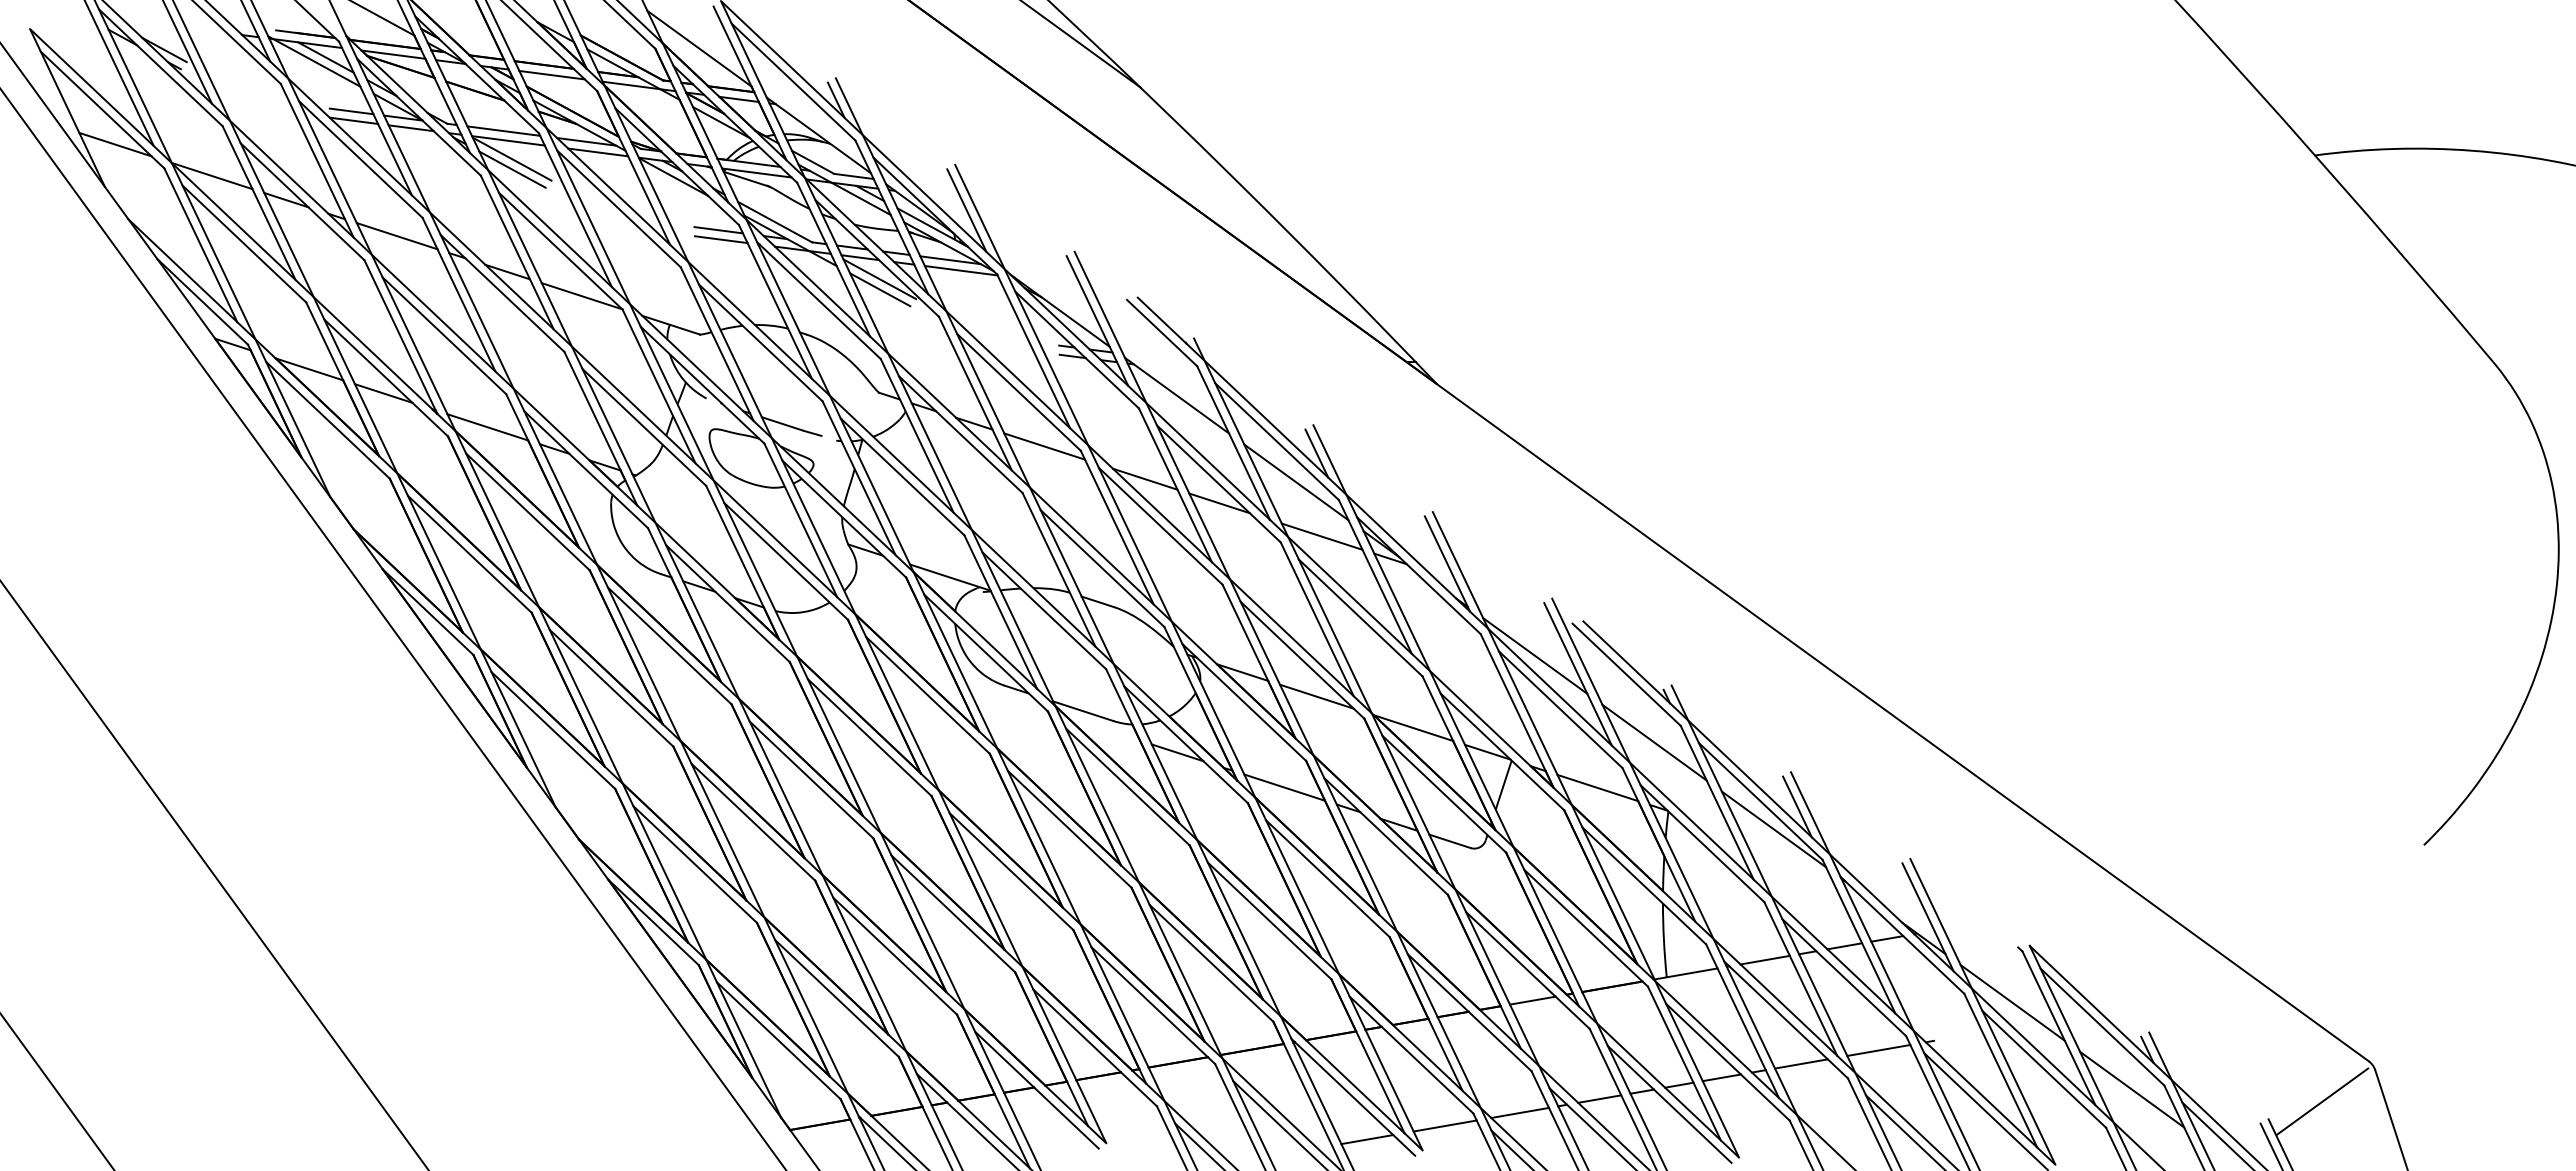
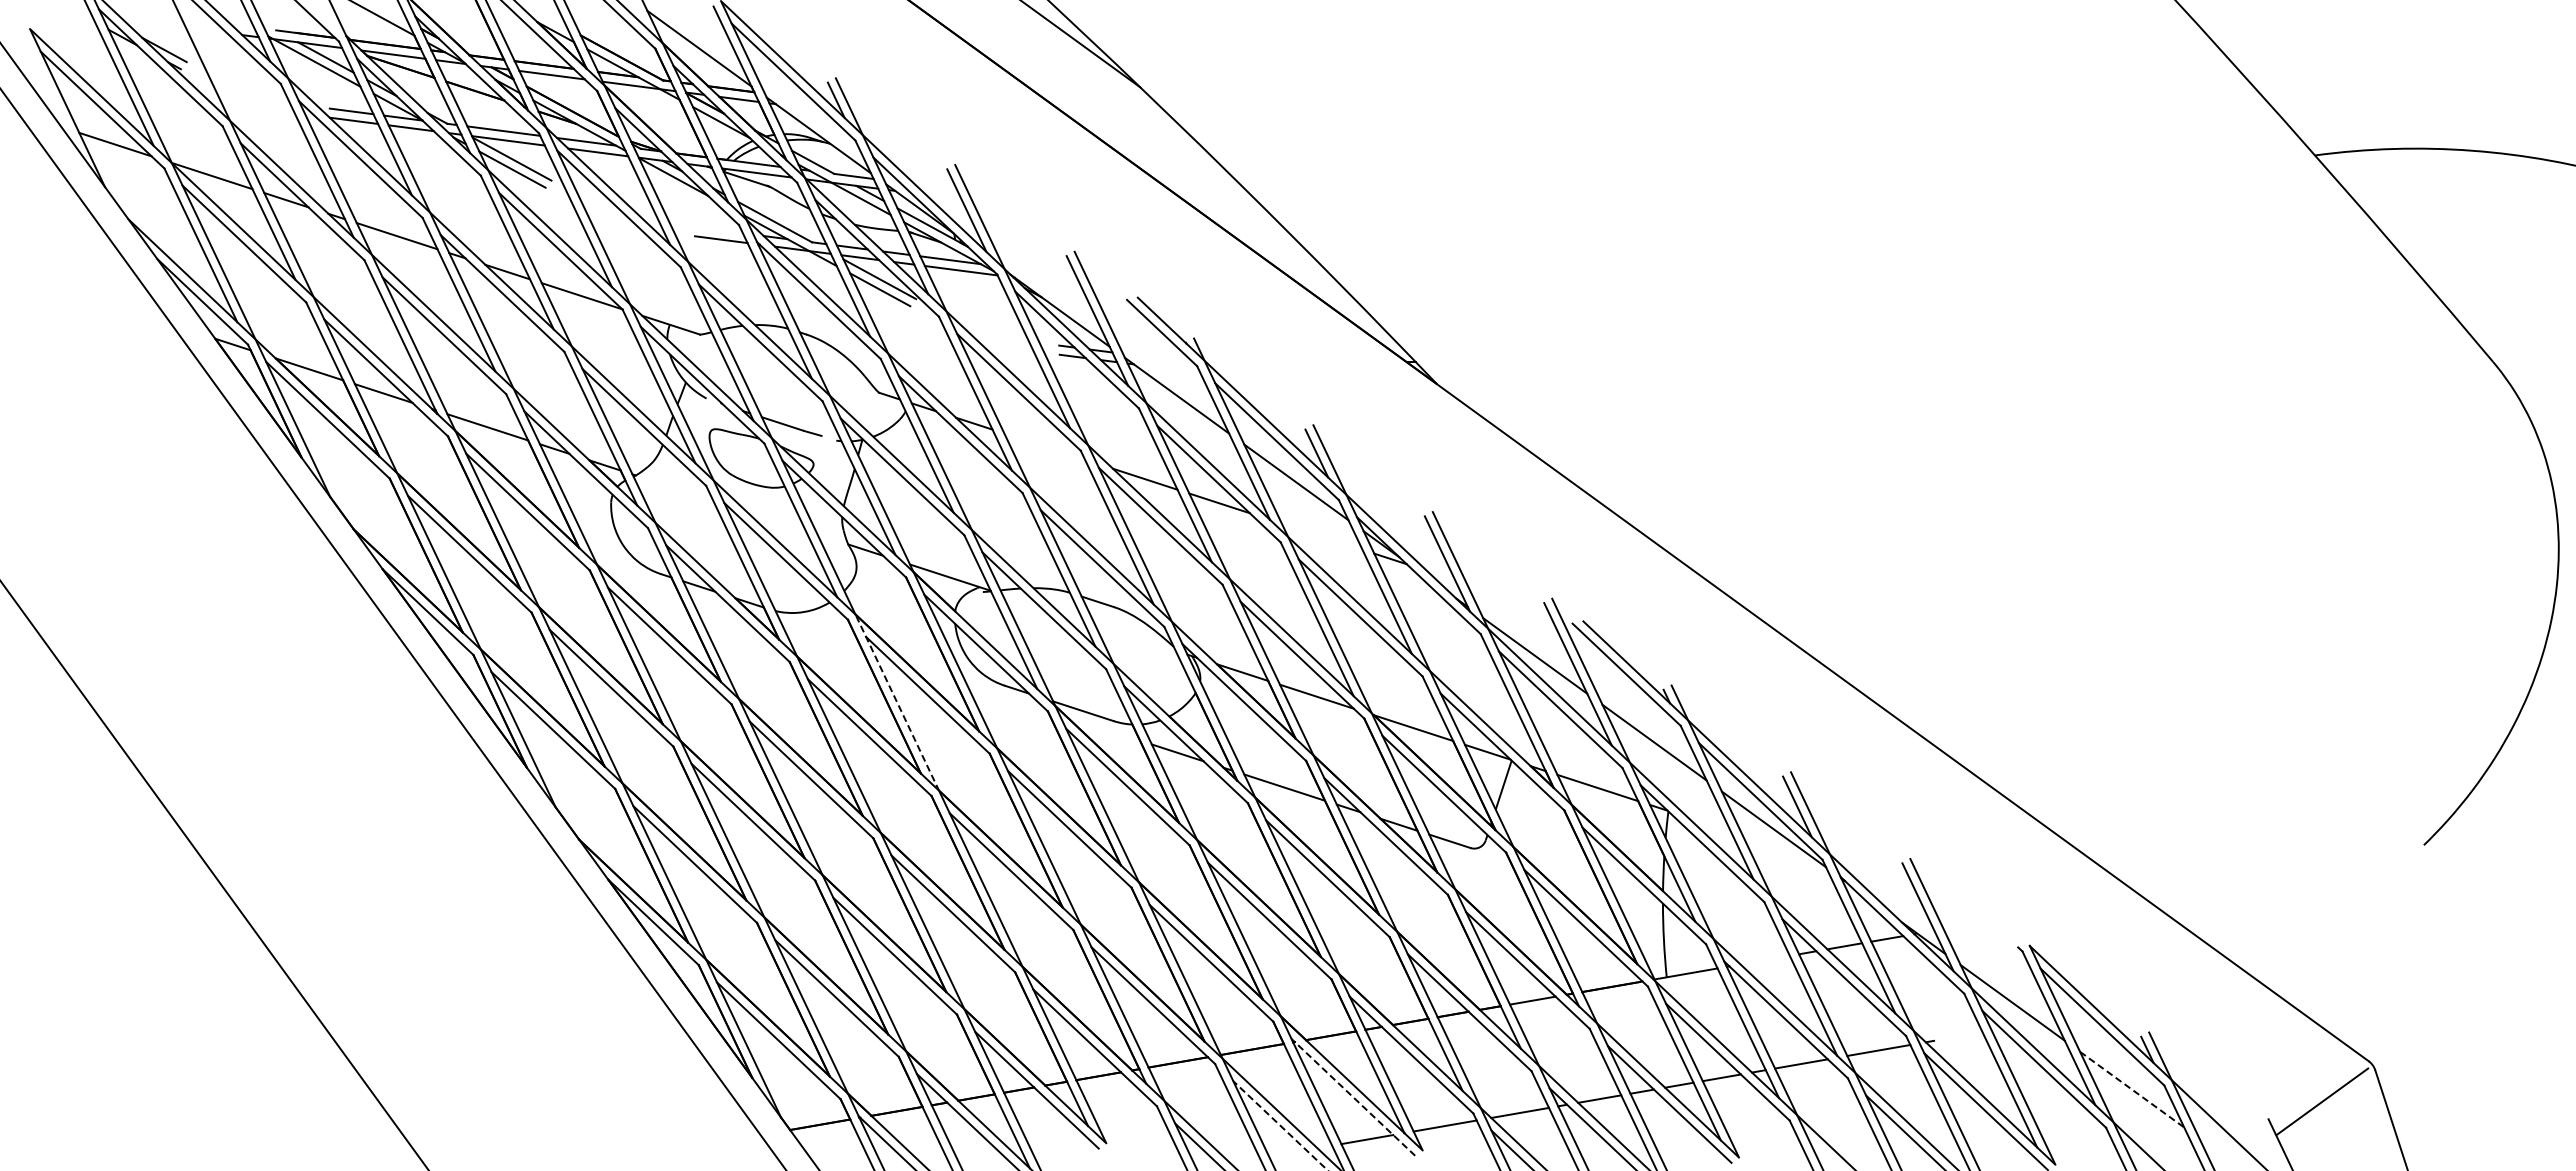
line at (187, 52): present -> none
line at (718, 230): present -> none
line at (1044, 446): present -> none
line at (1321, 536): present -> none
line at (897, 703): solid -> dashed
line at (1764, 959): present -> none
line at (2132, 1089): solid -> dashed
line at (57, 1091): present -> none
line at (1352, 1097): solid -> dashed
line at (1280, 1125): solid -> dashed
line at (2216, 1134): present -> none
line at (2270, 1145): present -> none
